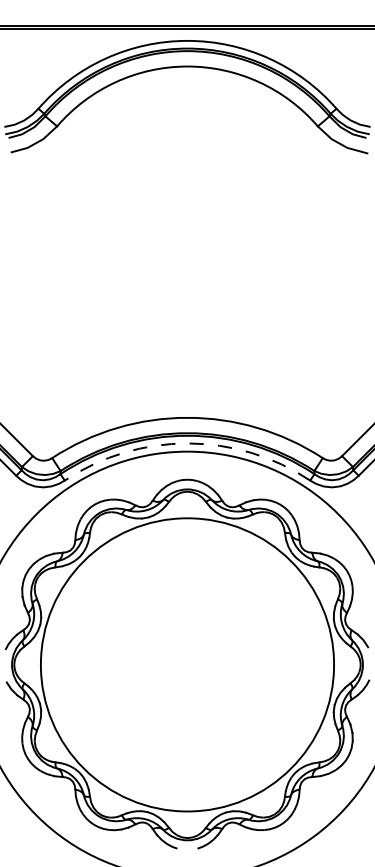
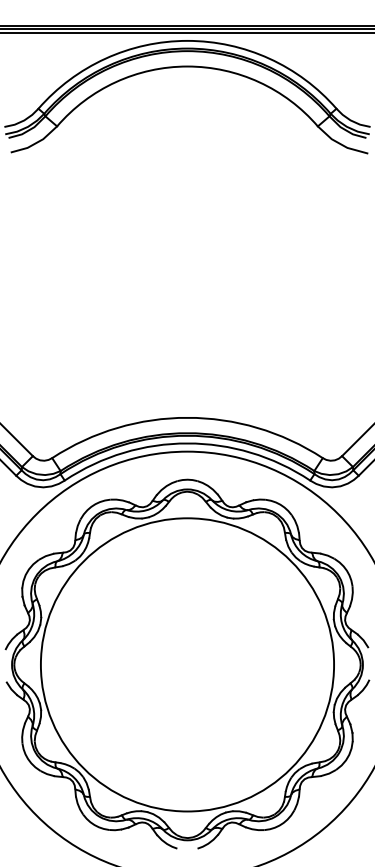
line at (186, 33): none -> present
arc at (187, 443): dashed -> solid
